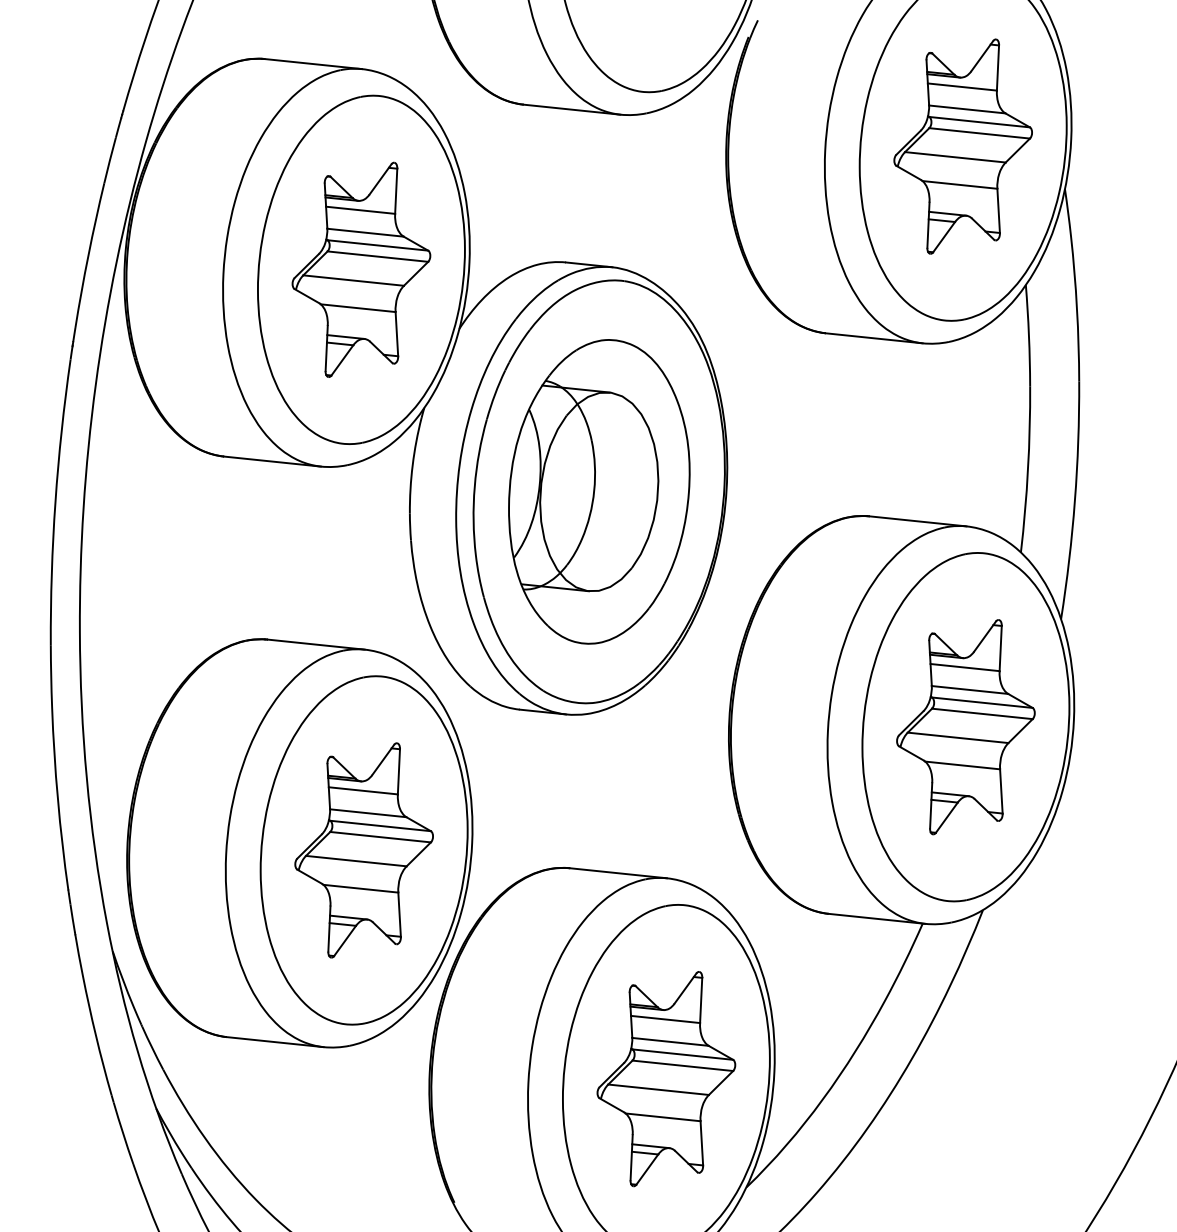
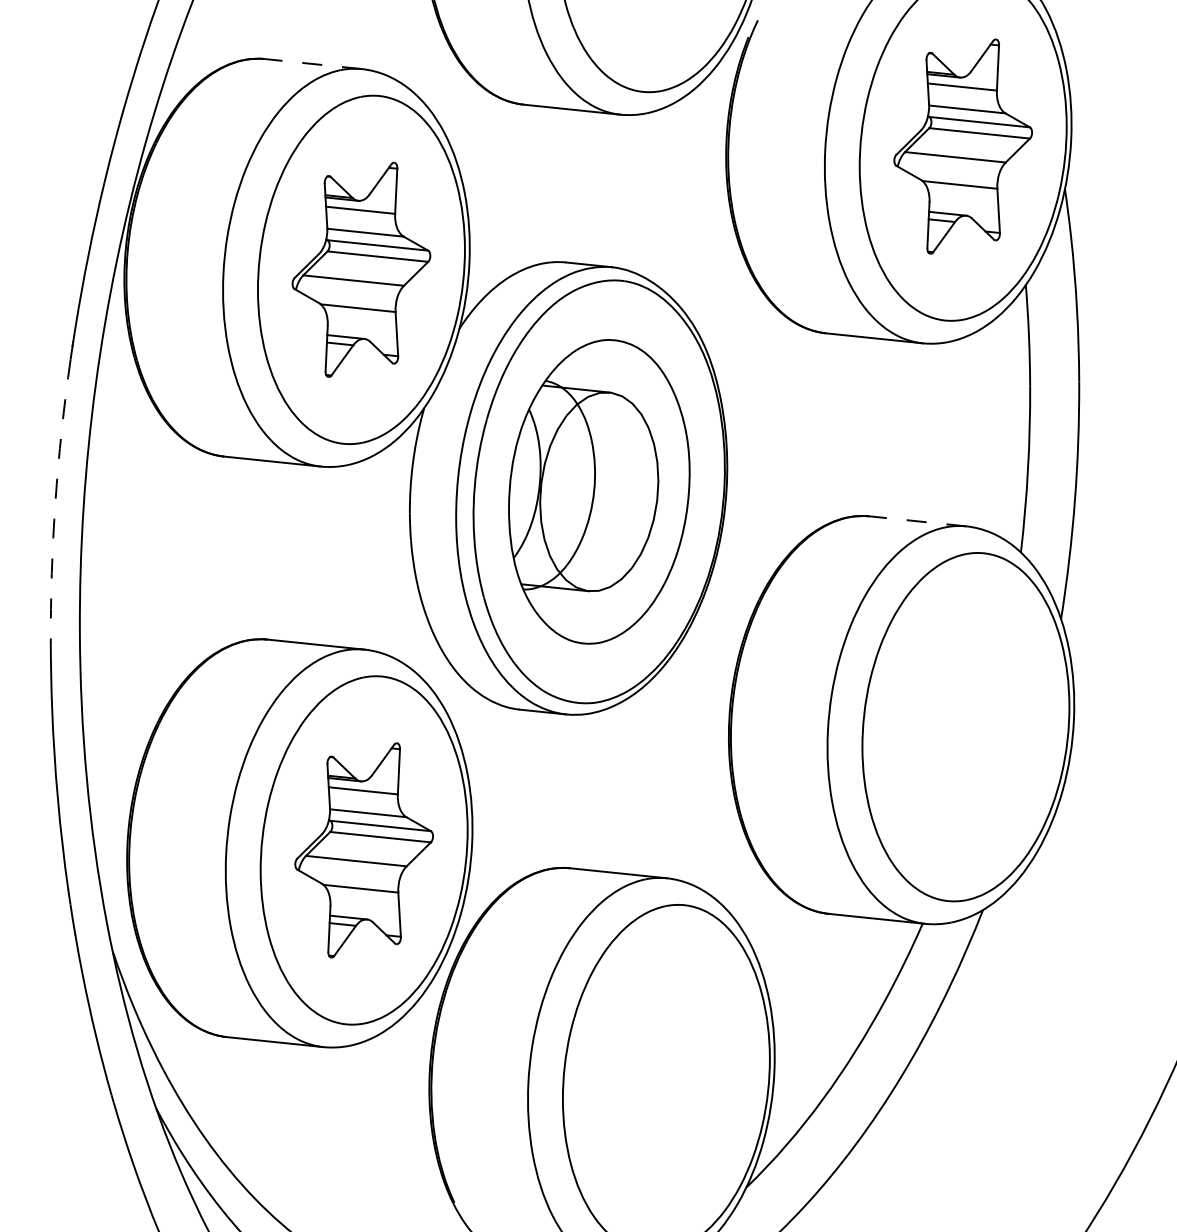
line at (313, 64): solid -> dashed
arc at (55, 502): solid -> dashed
line at (918, 521): solid -> dashed
part at (965, 727): present -> none
part at (666, 1079): present -> none
